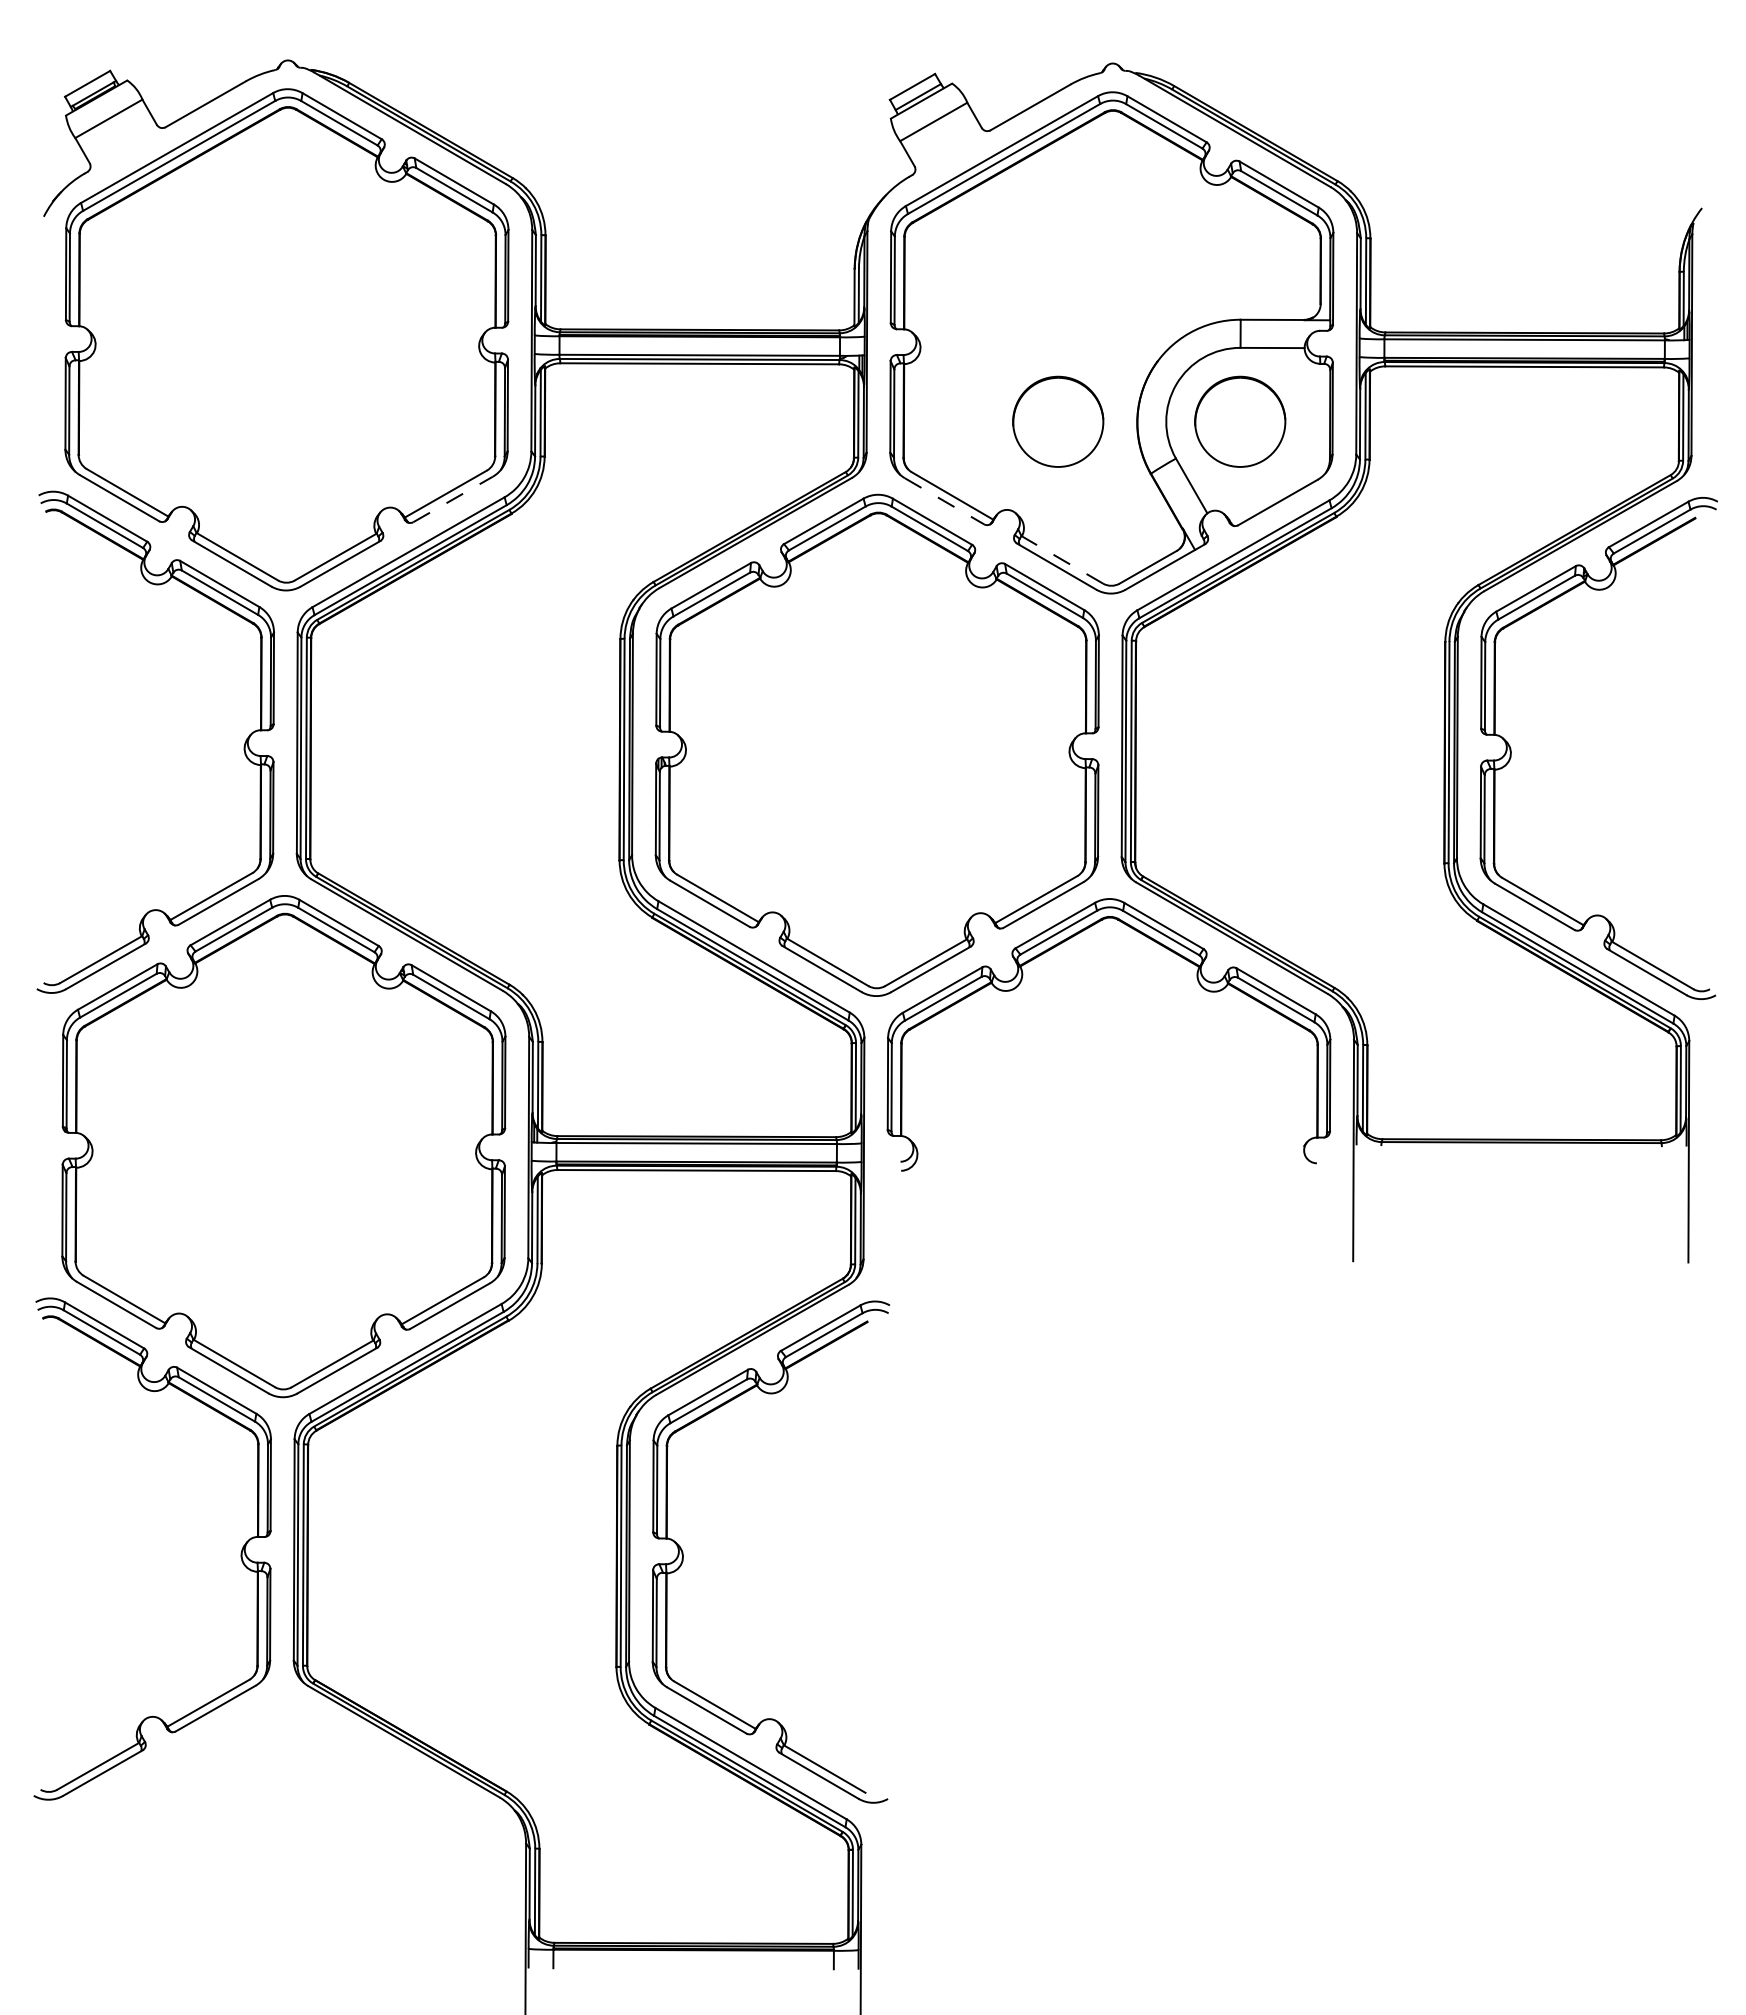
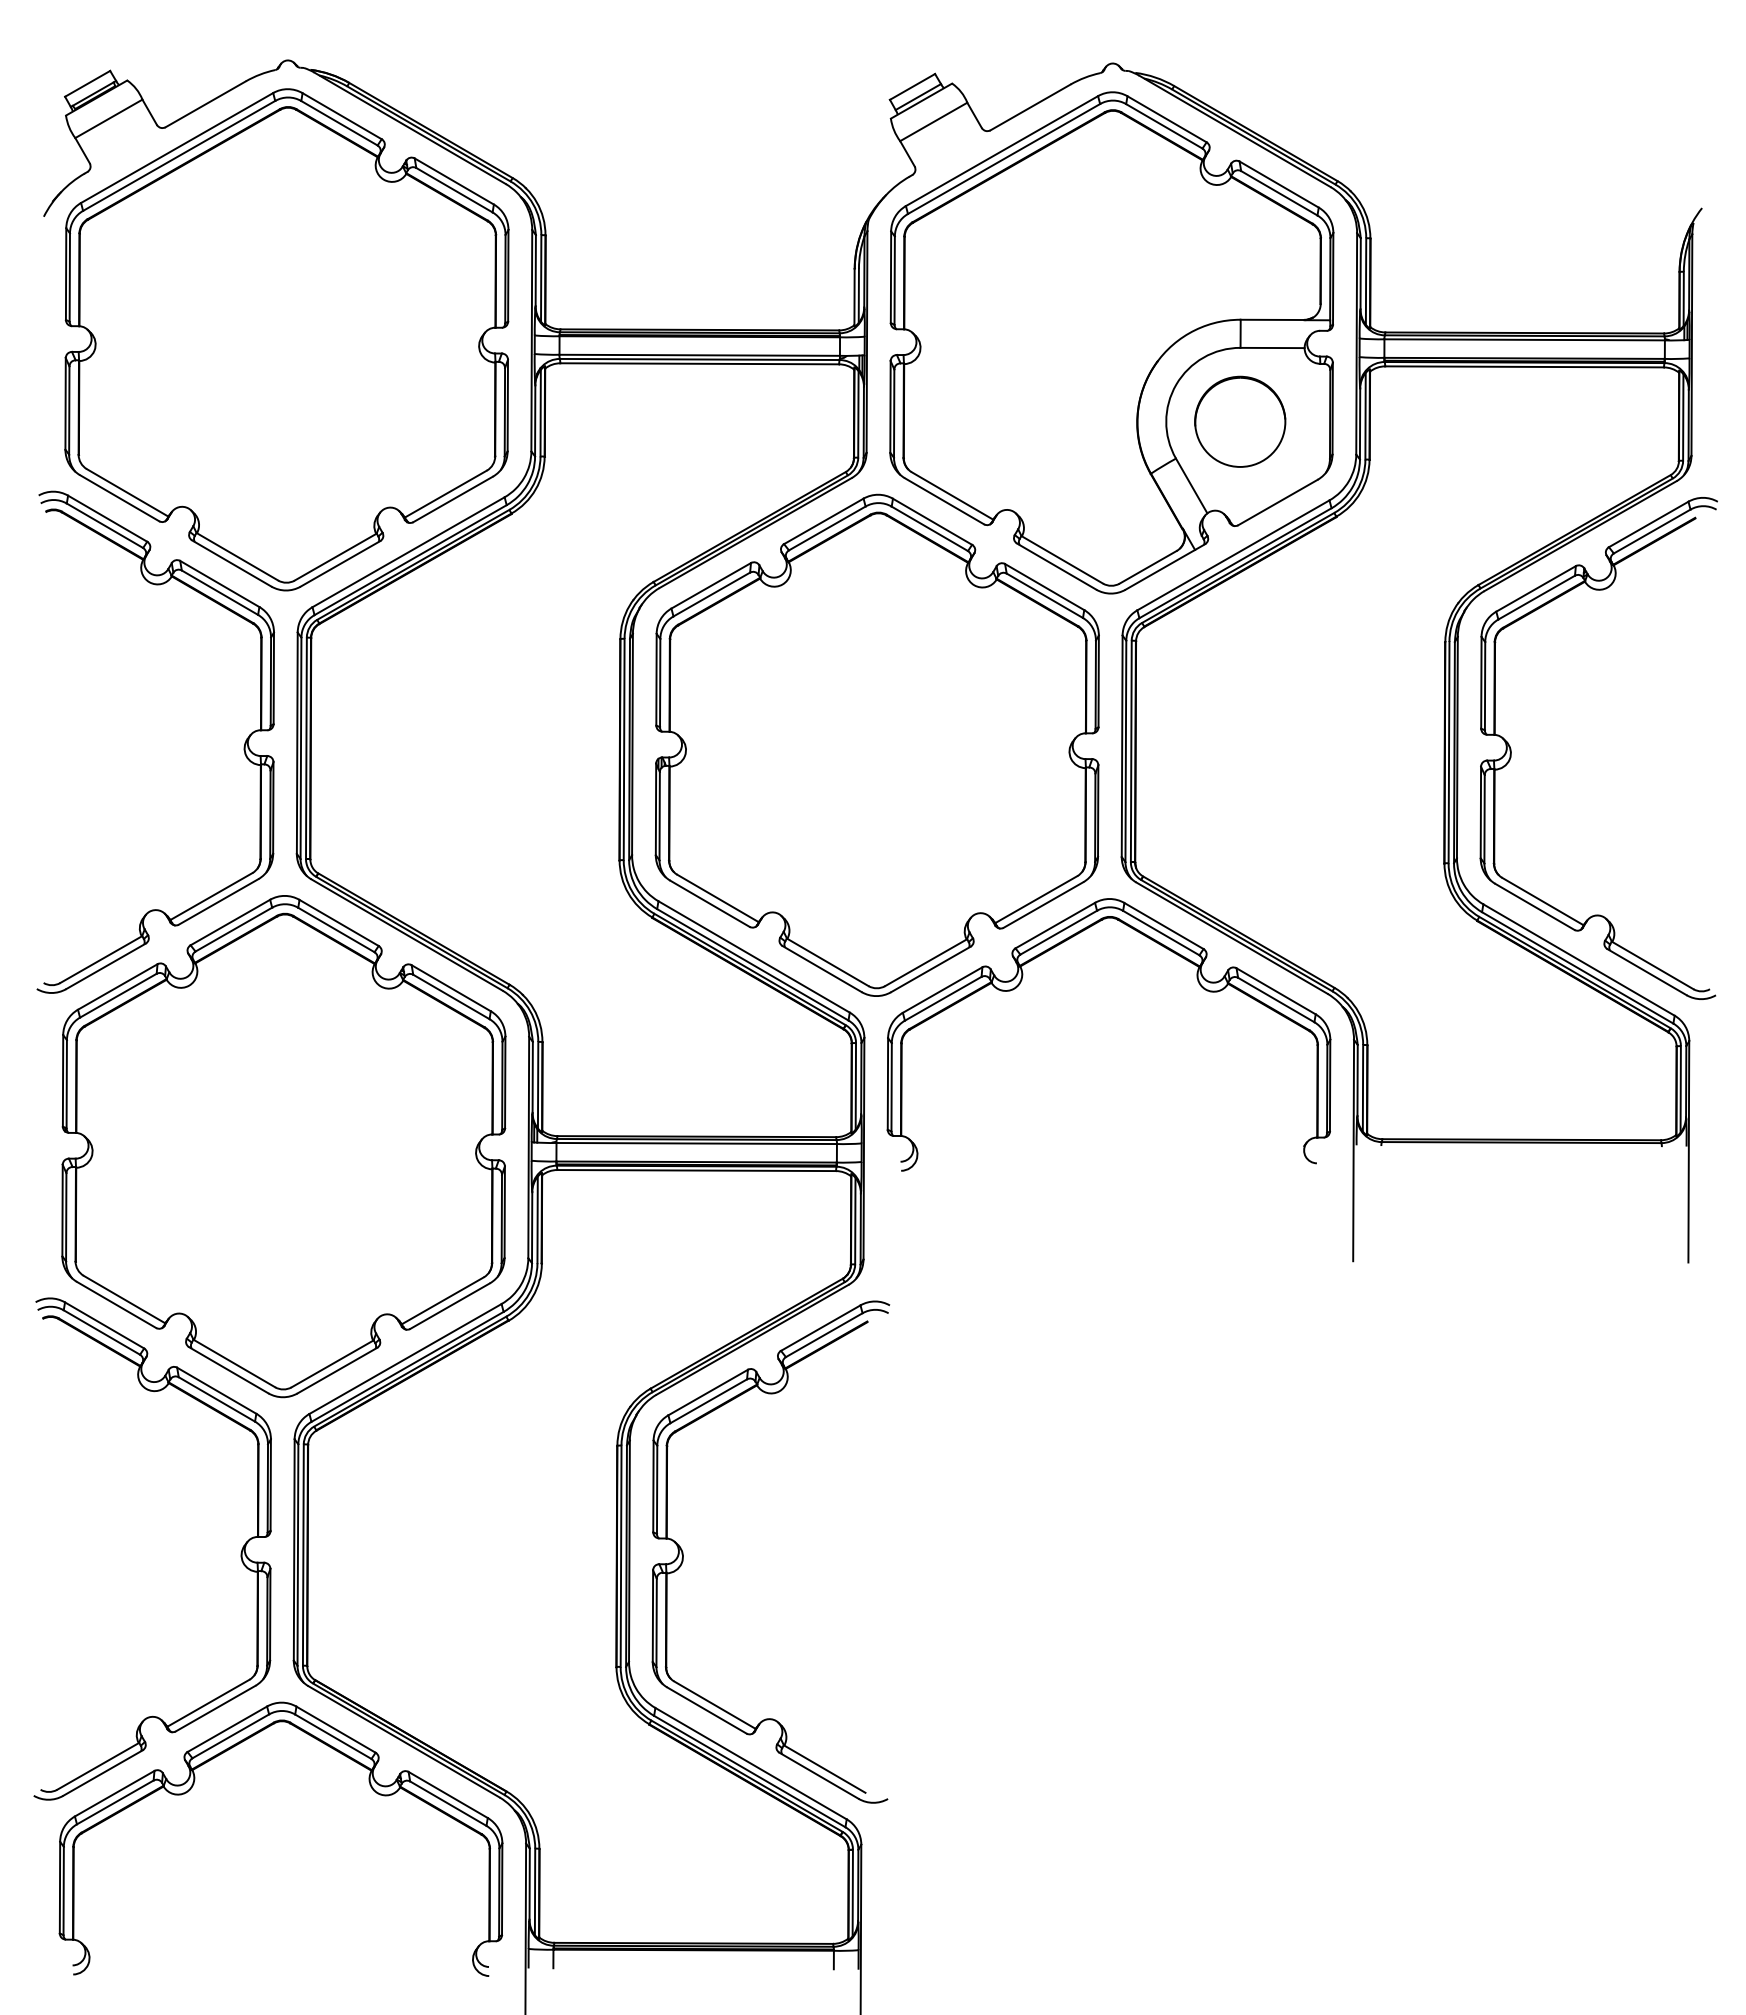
part at (1058, 421): present -> none
line at (453, 499): dashed -> solid
line at (944, 501): dashed -> solid
line at (1061, 559): dashed -> solid
part at (193, 1786): none -> present
